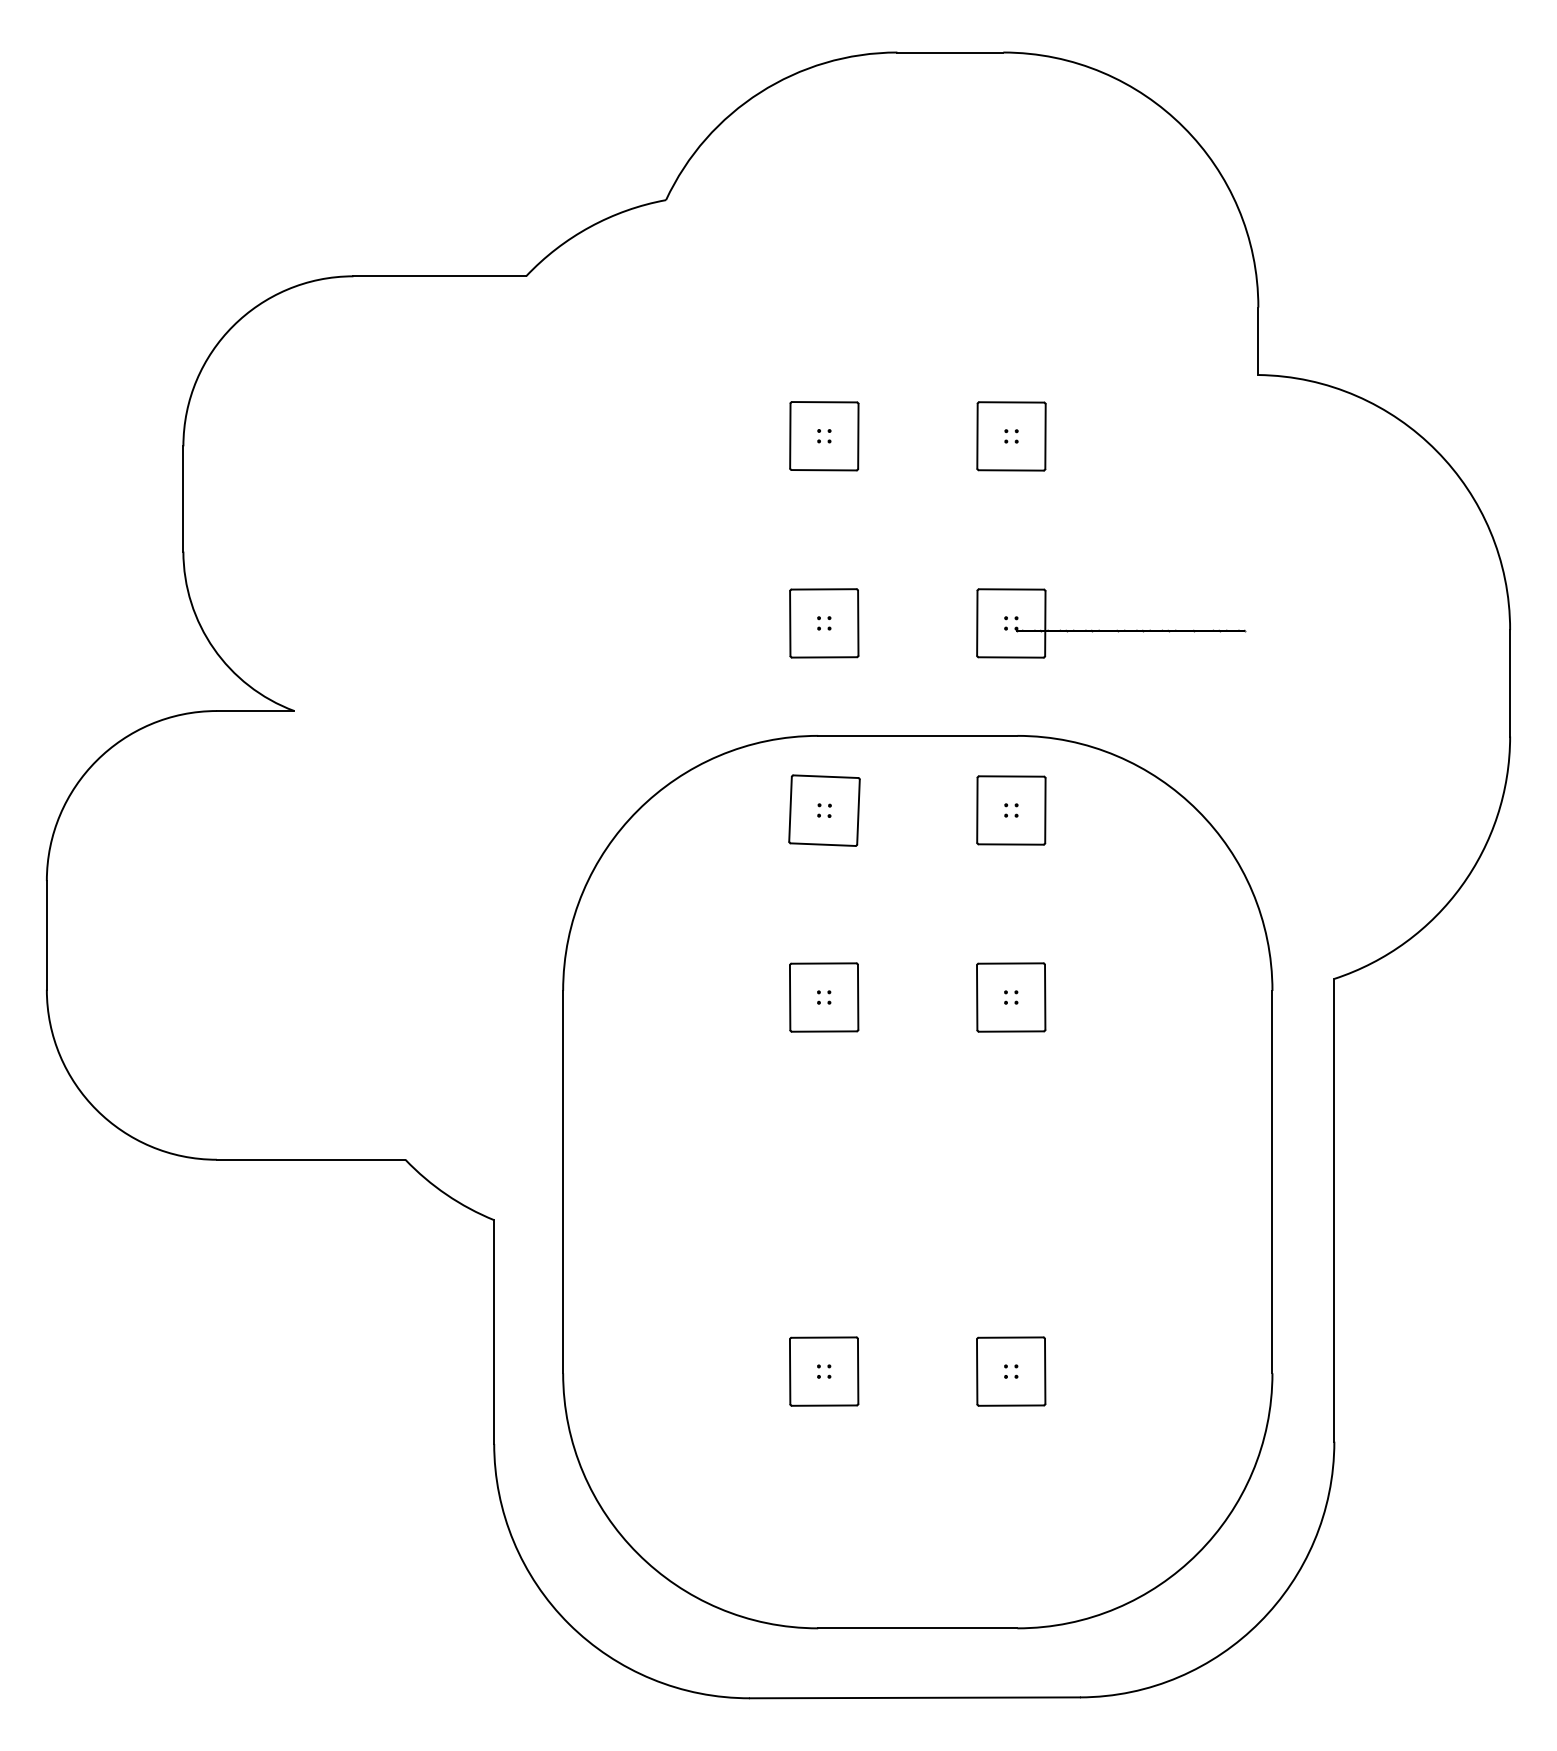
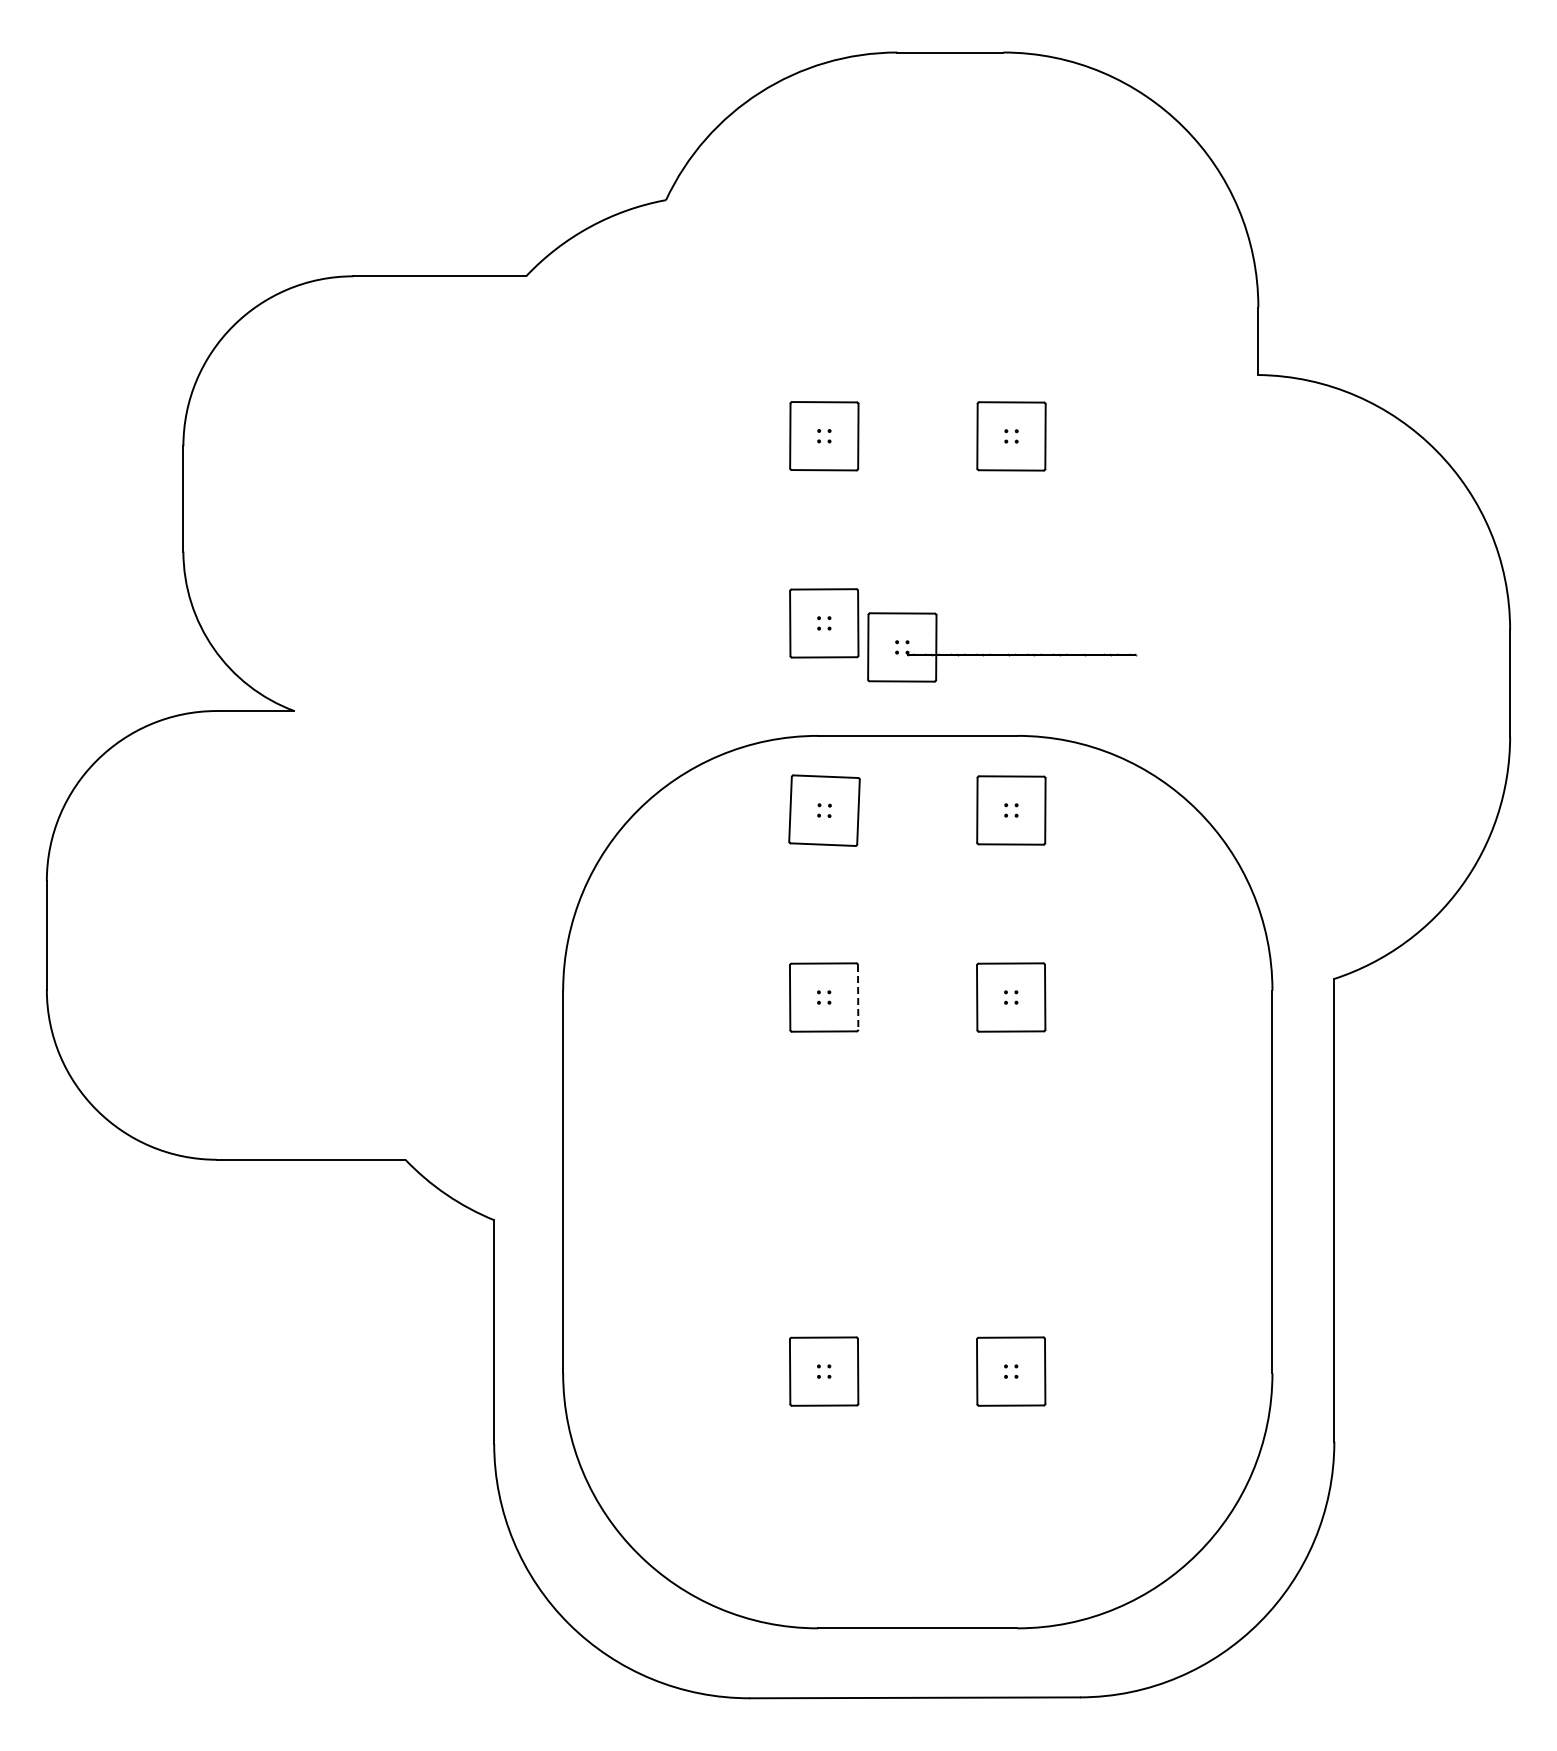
part at (1111, 630) position: (1111, 630) -> (1002, 654)
line at (858, 997): solid -> dashed
